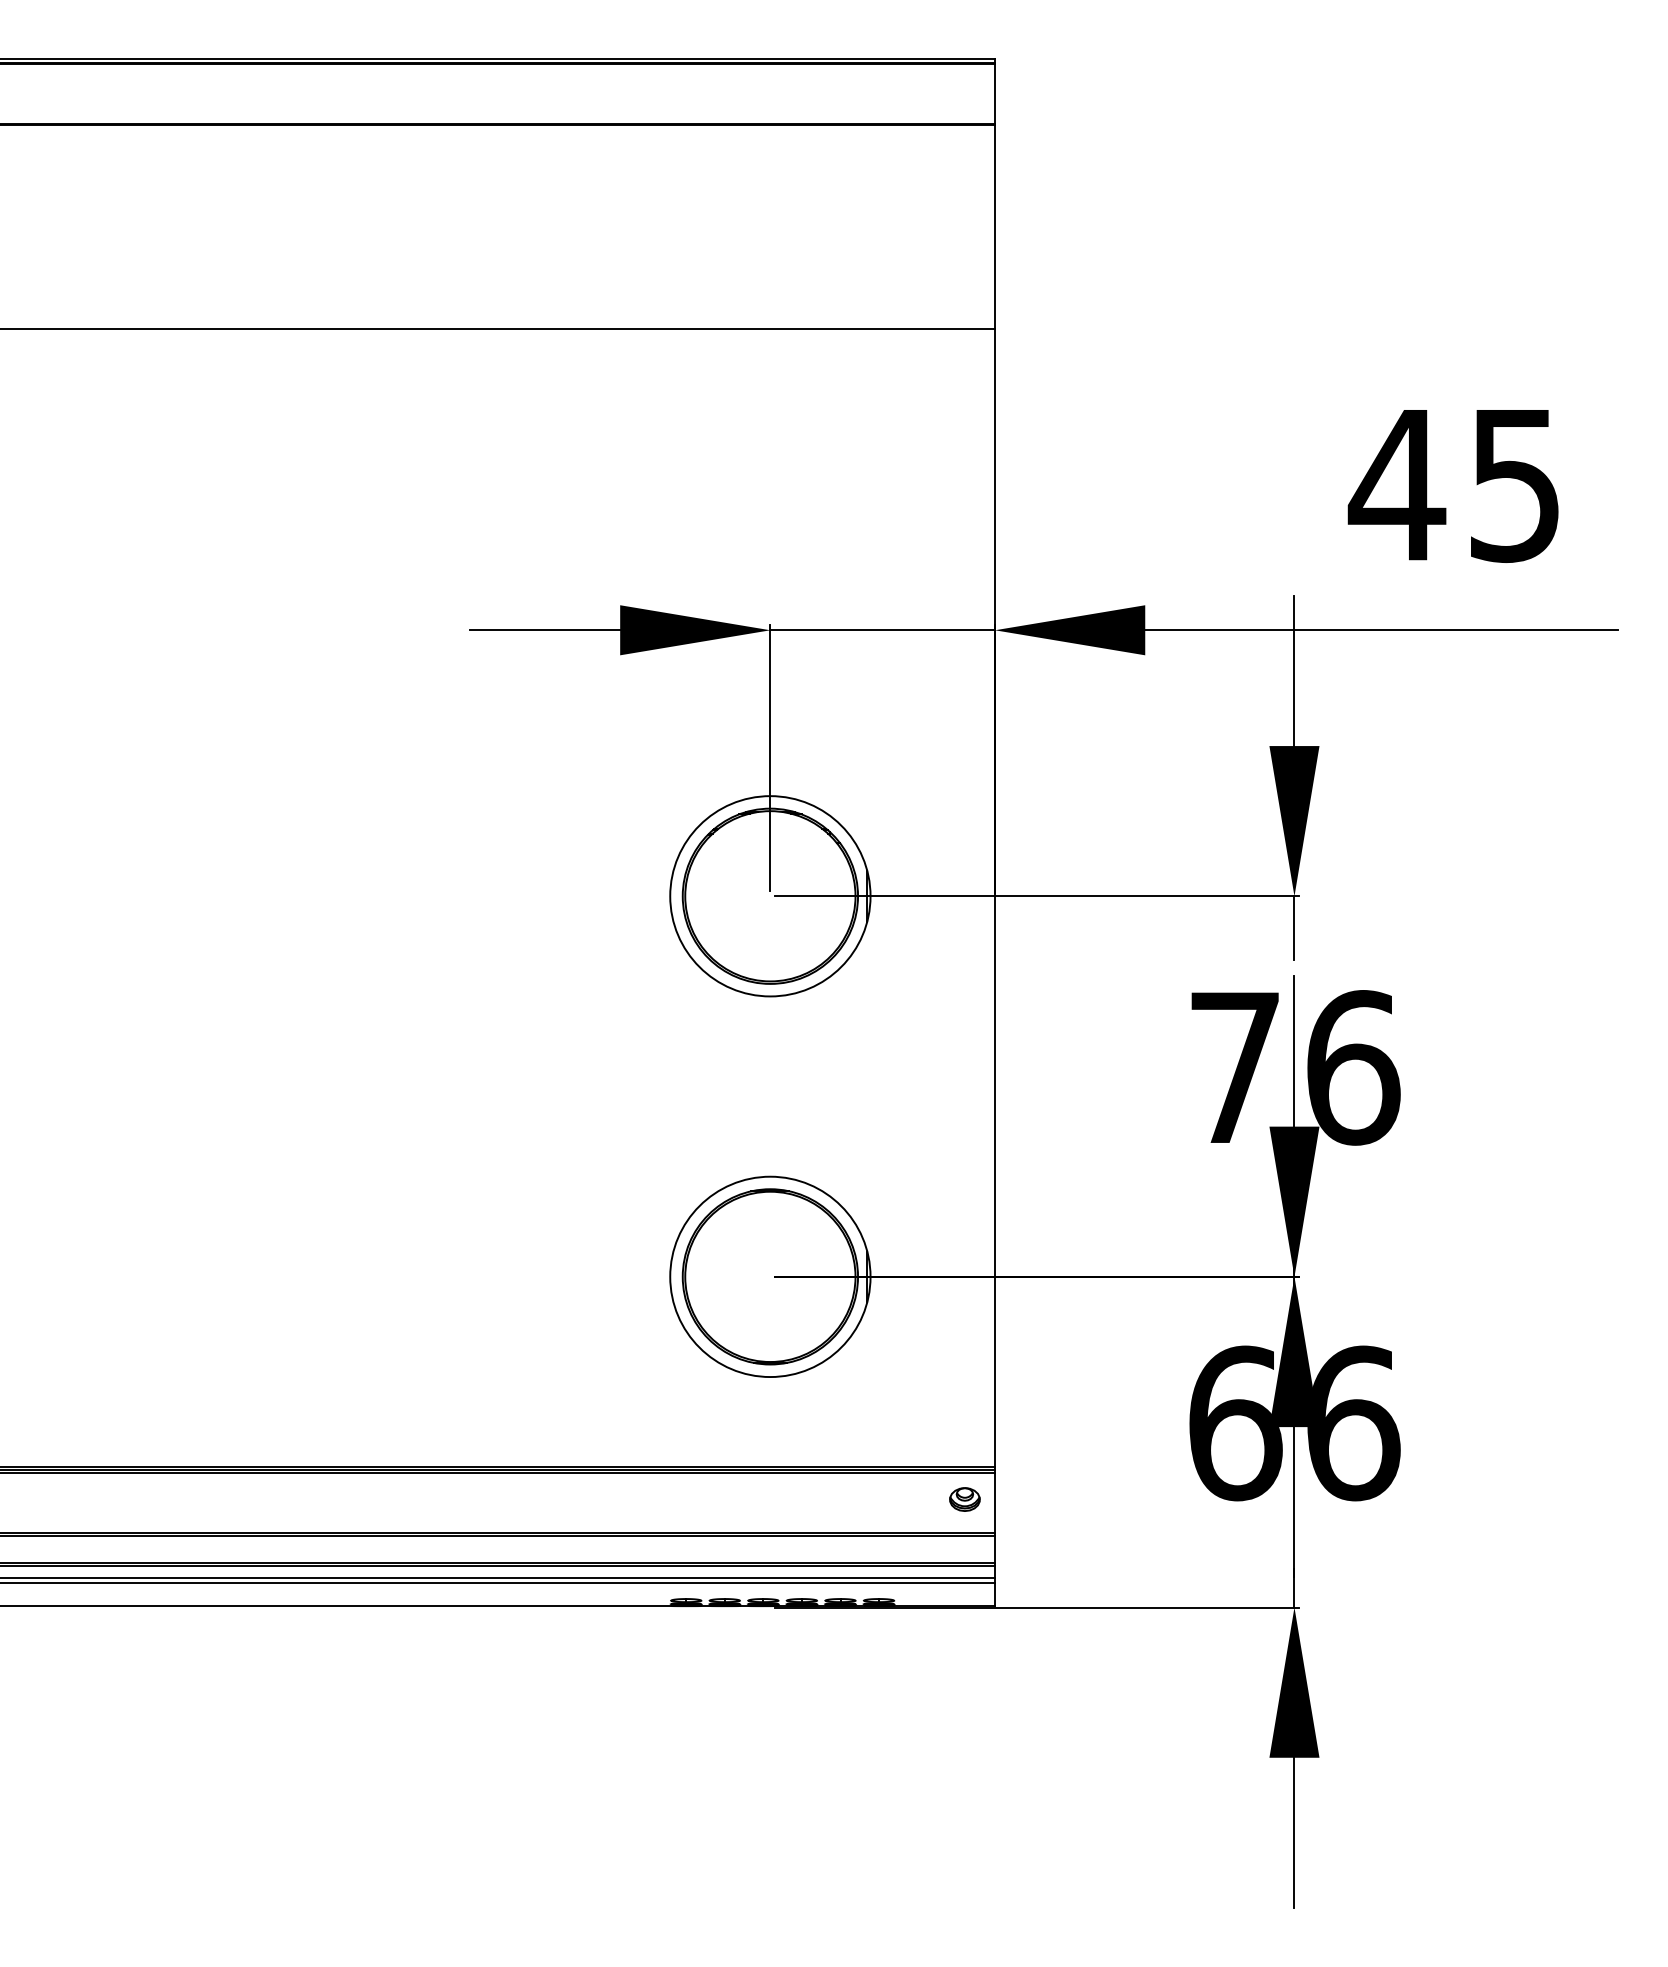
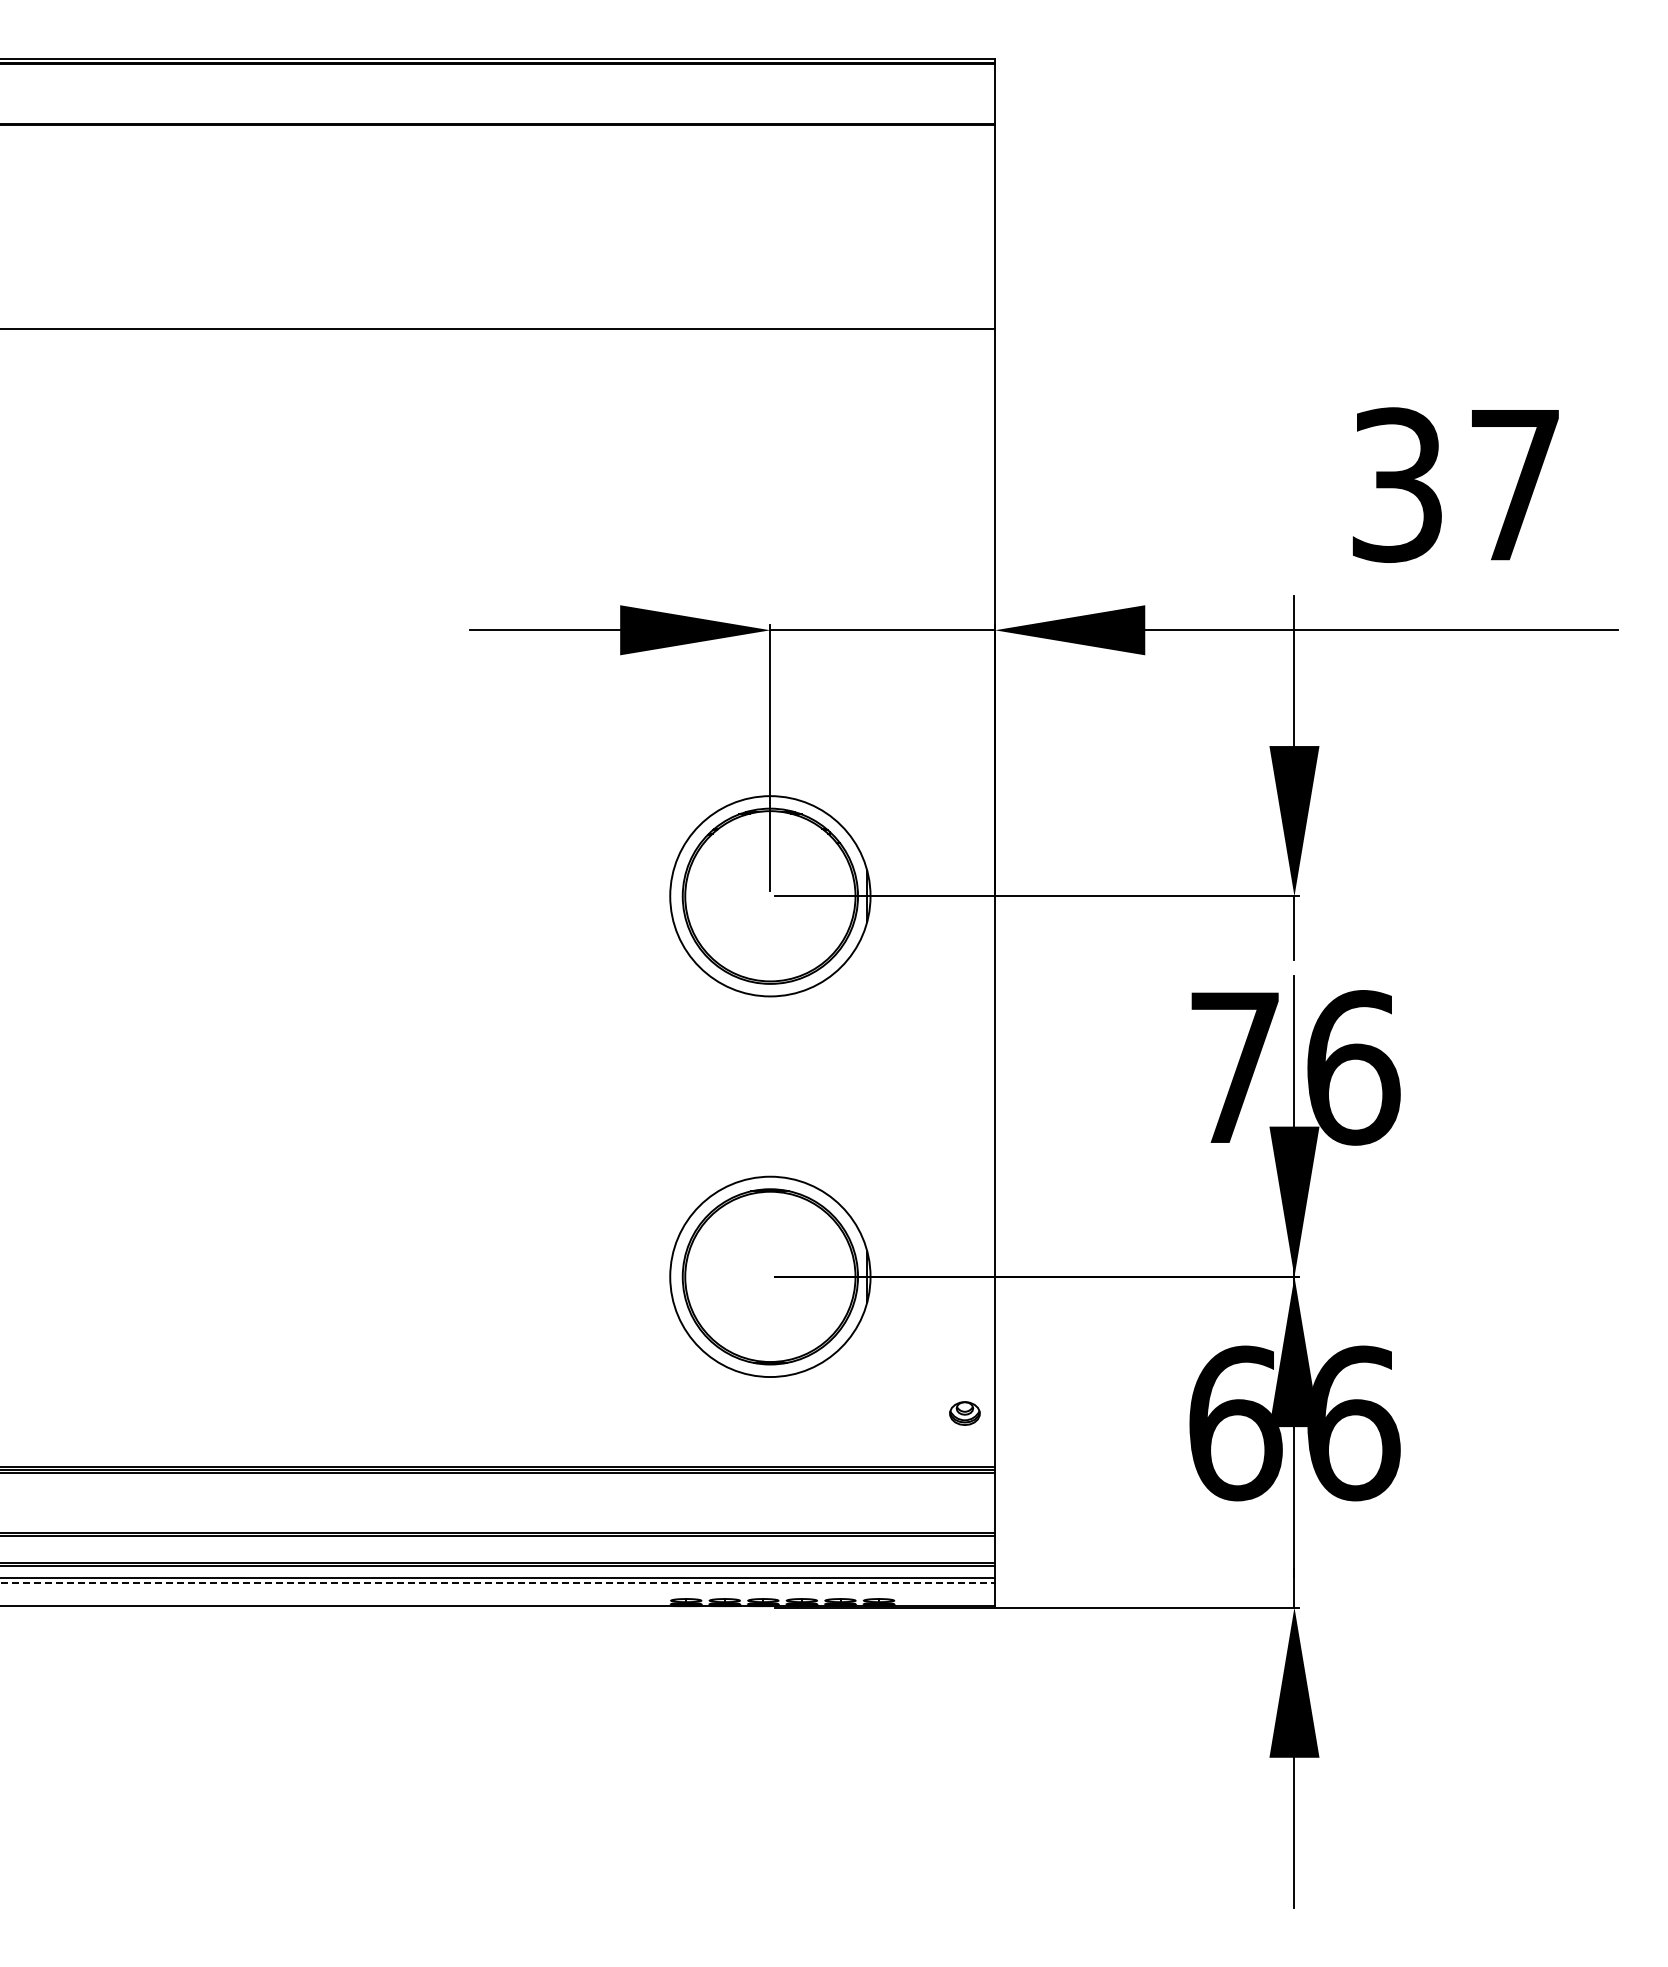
text at (1452, 484): 45 -> 37
part at (964, 1499) position: (964, 1499) -> (964, 1413)
line at (498, 1583): solid -> dashed
